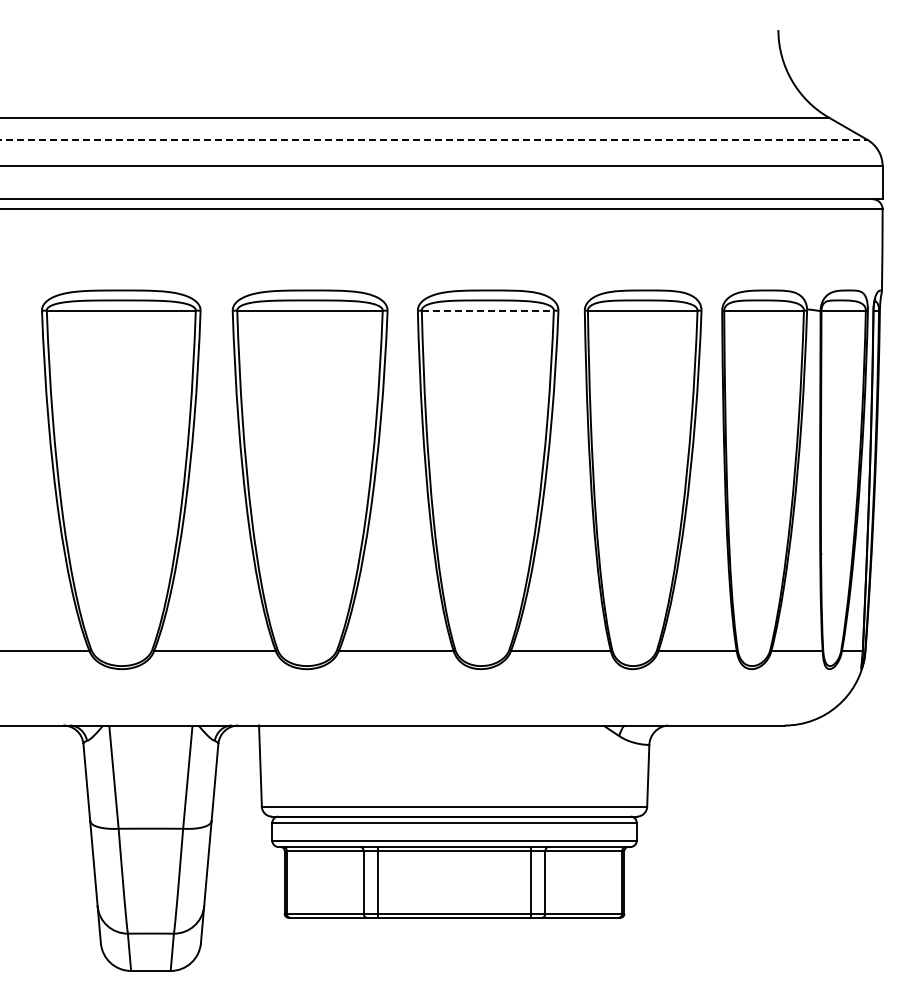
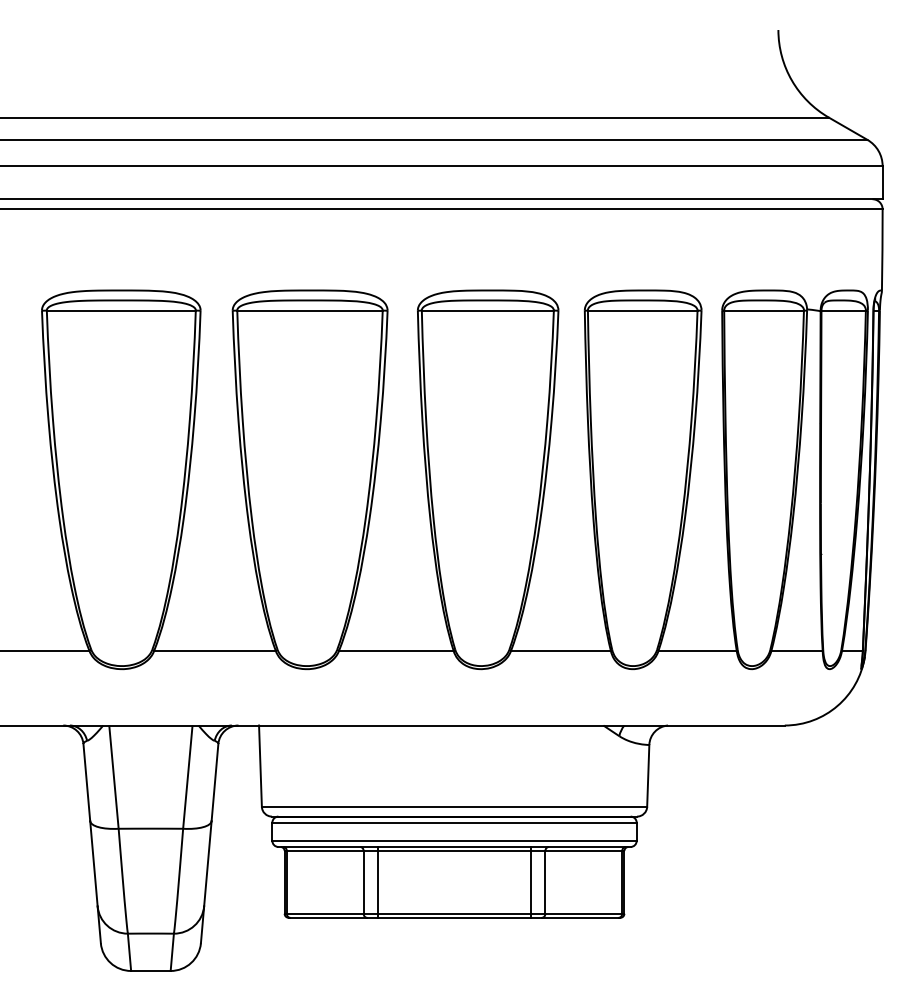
line at (433, 139): dashed -> solid
line at (488, 310): dashed -> solid
